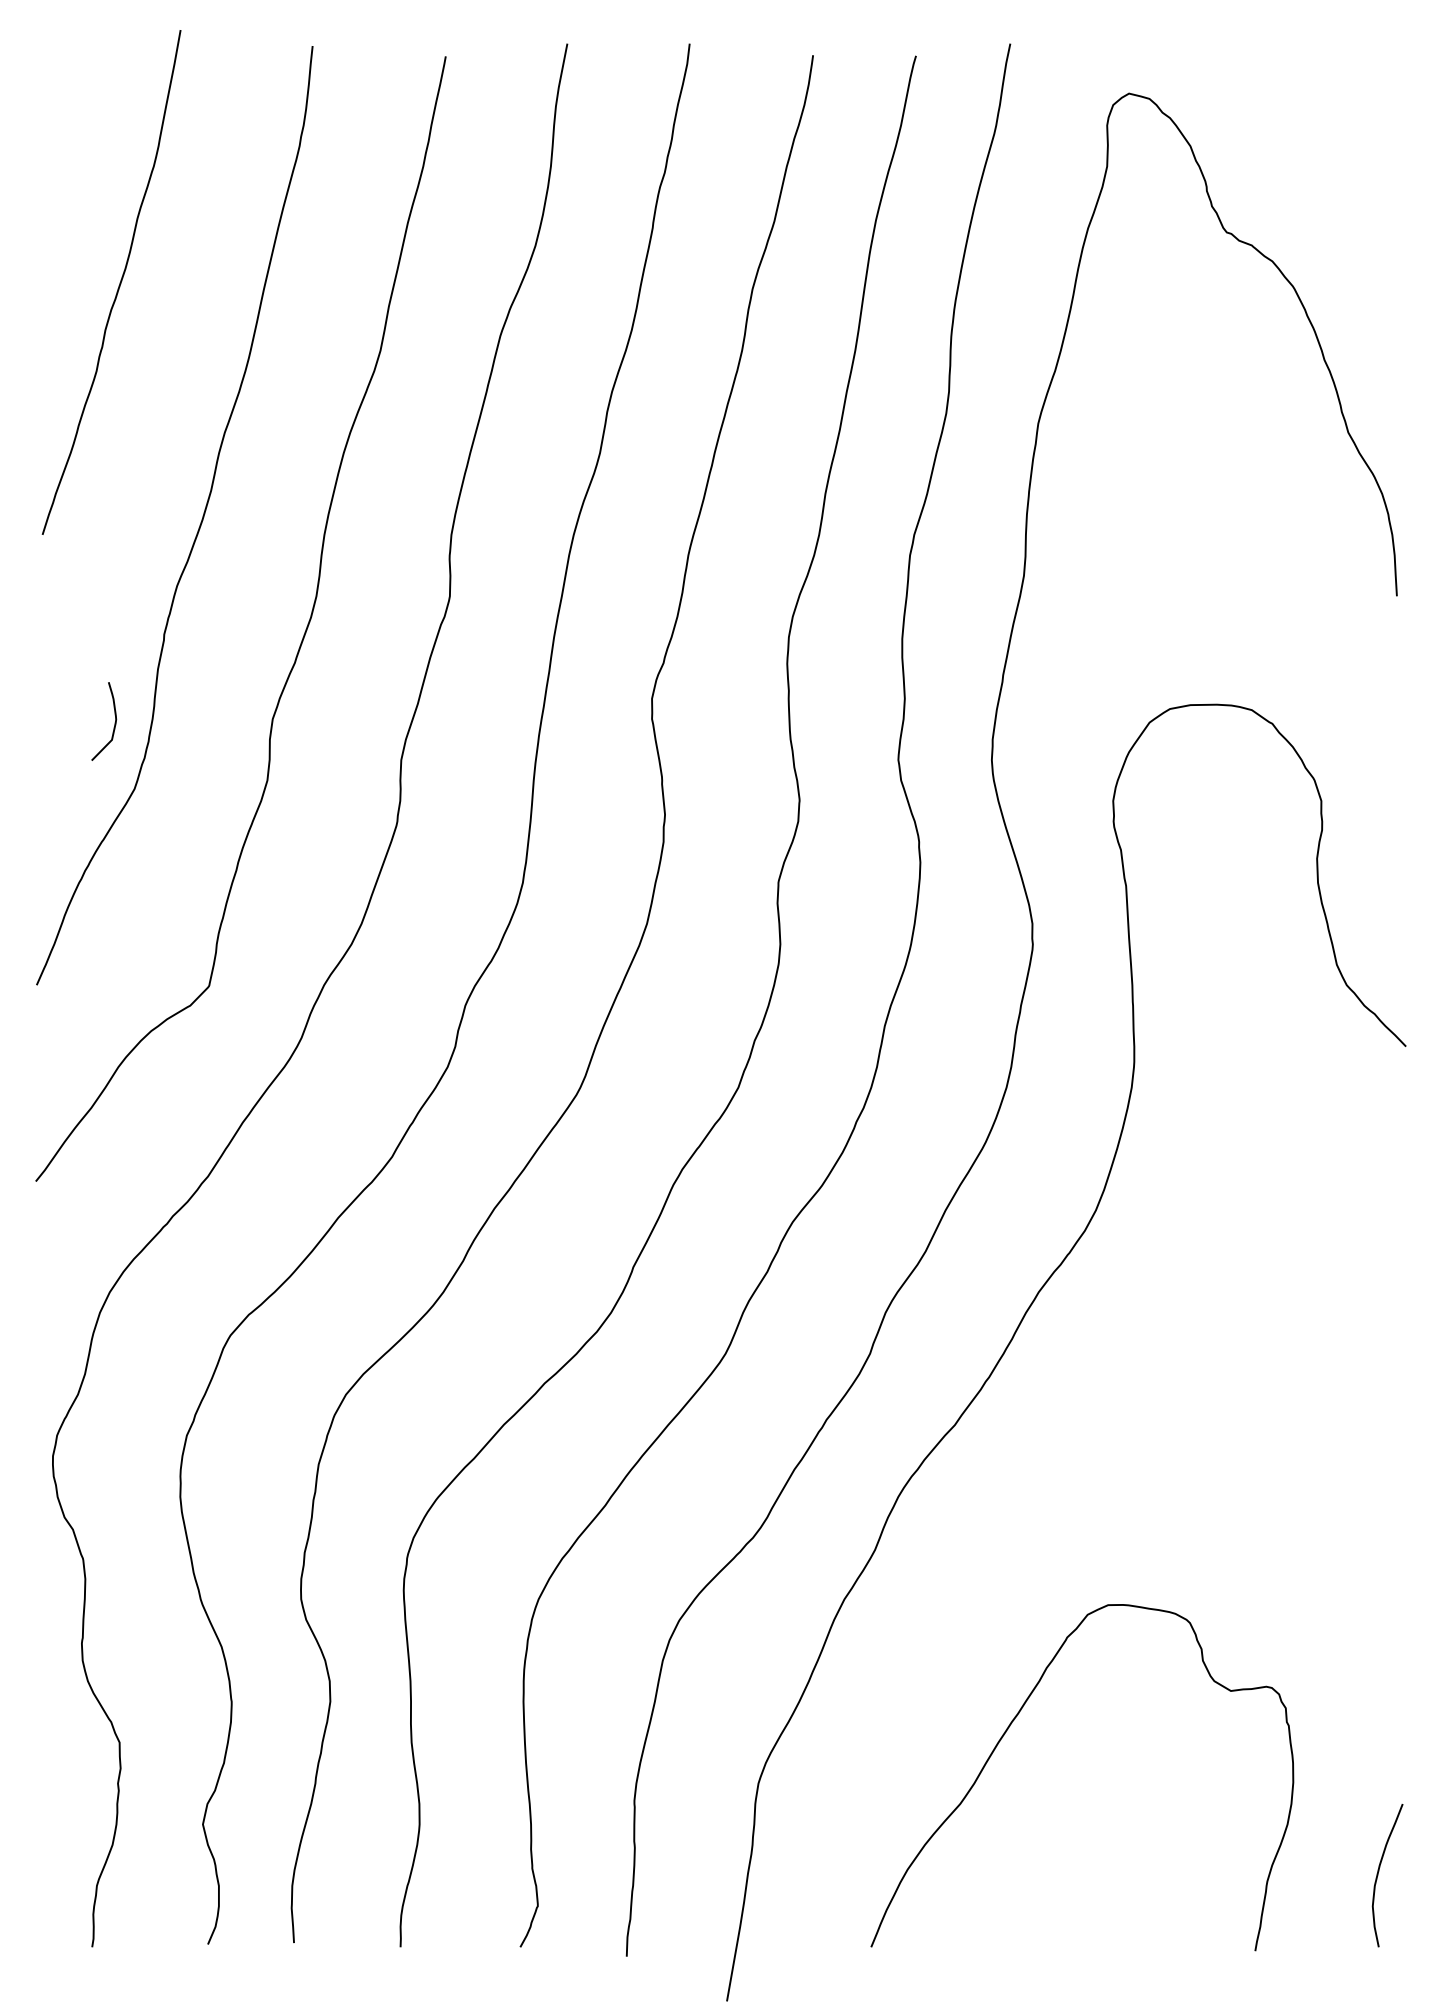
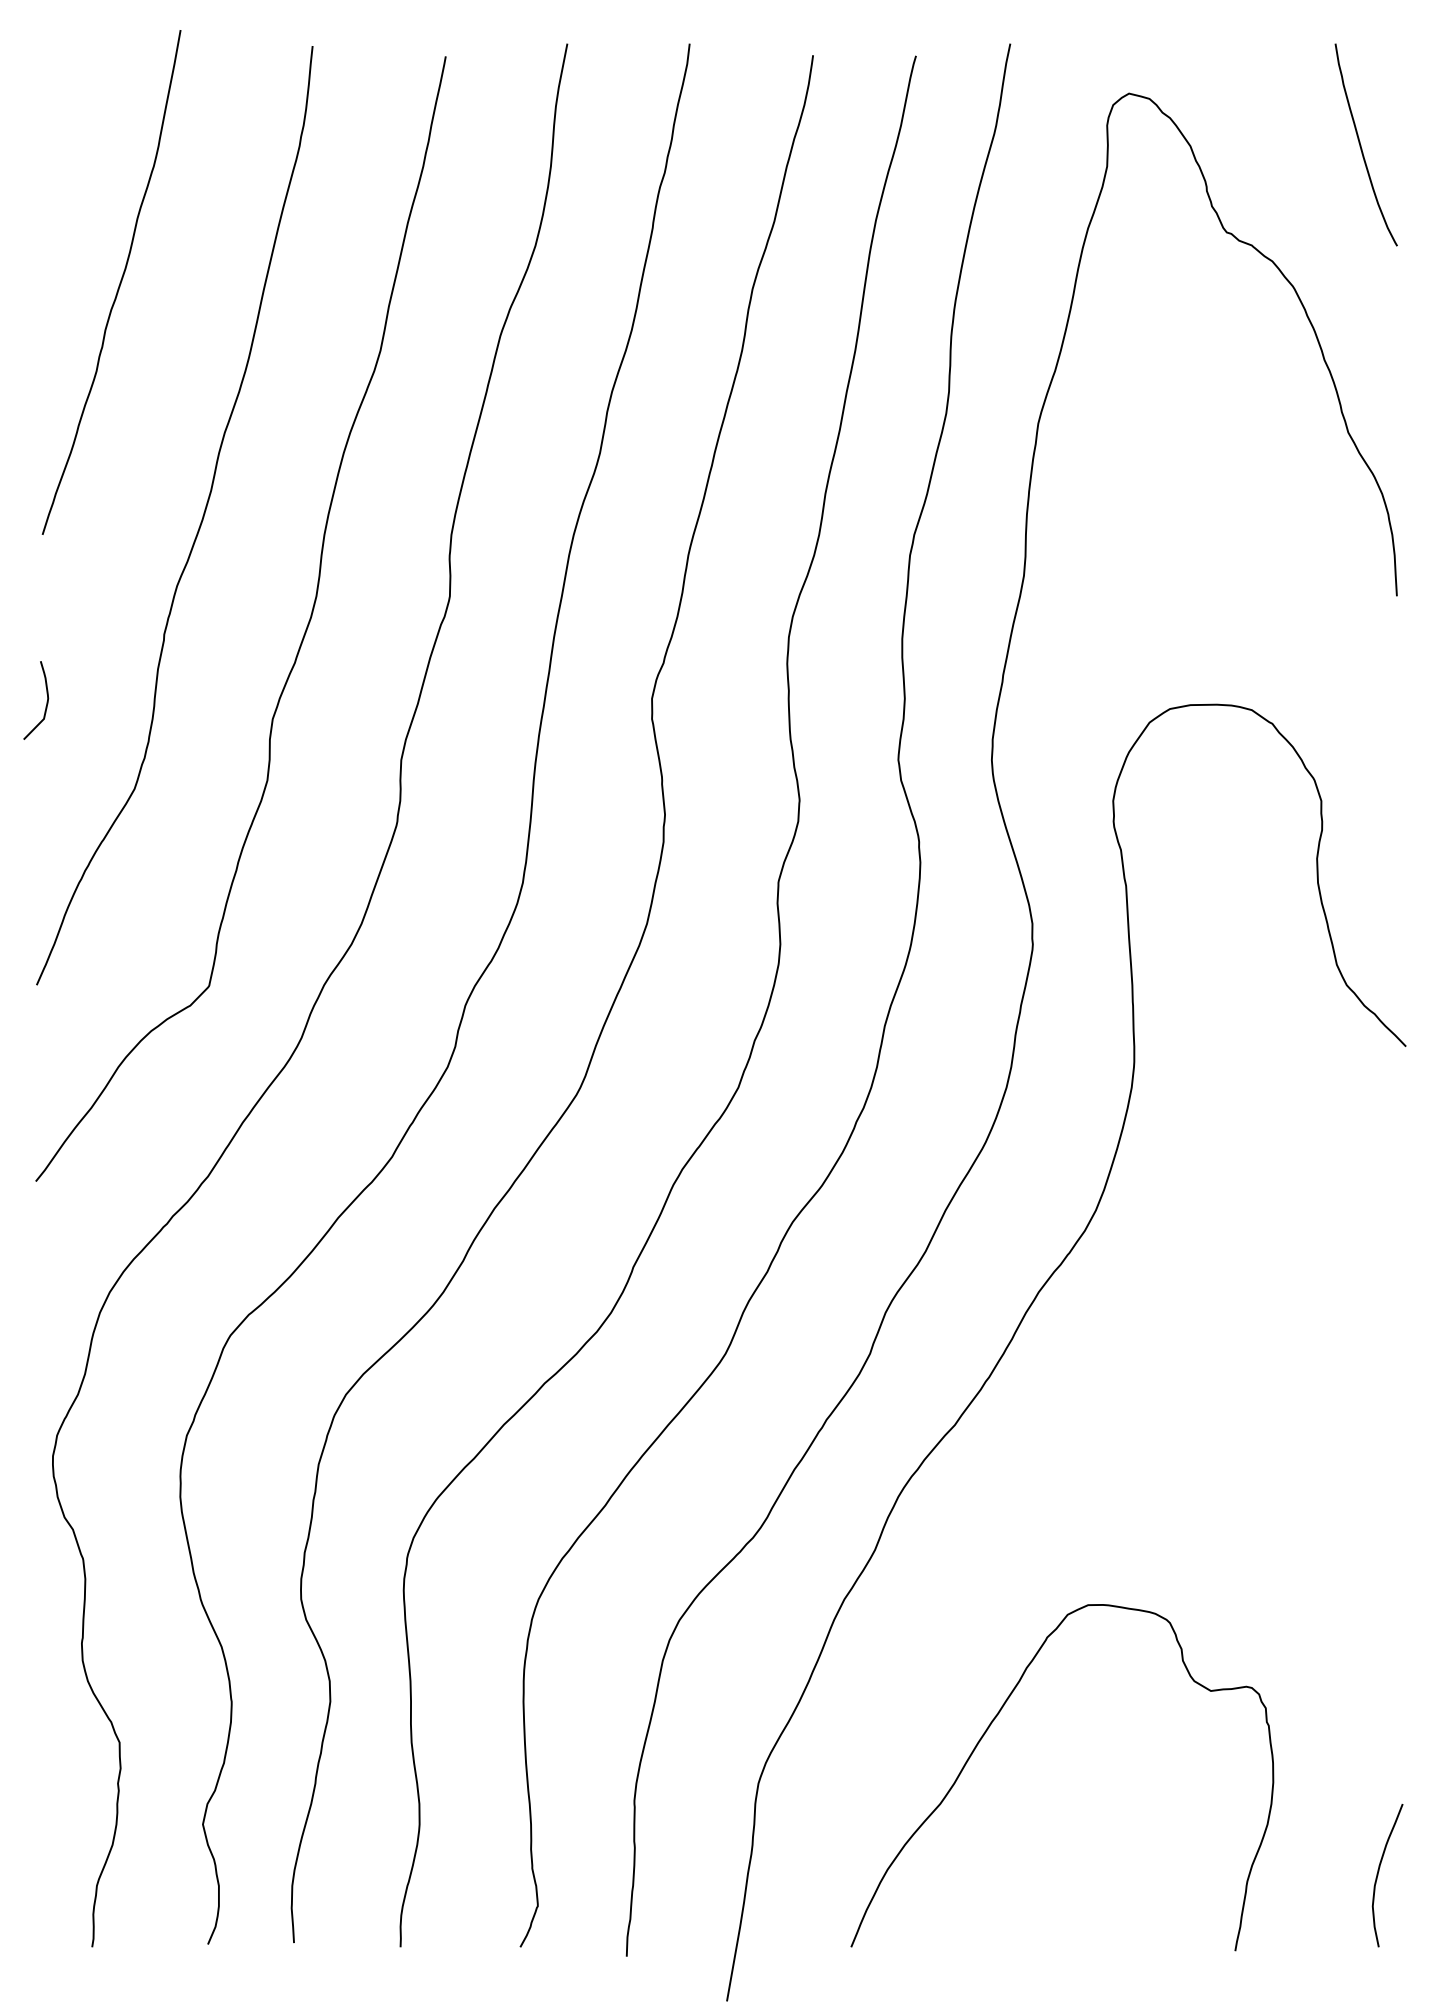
curve at (1361, 145): none -> present
curve at (114, 722) position: (114, 722) -> (46, 701)
curve at (1008, 1729) position: (1008, 1729) -> (988, 1729)
